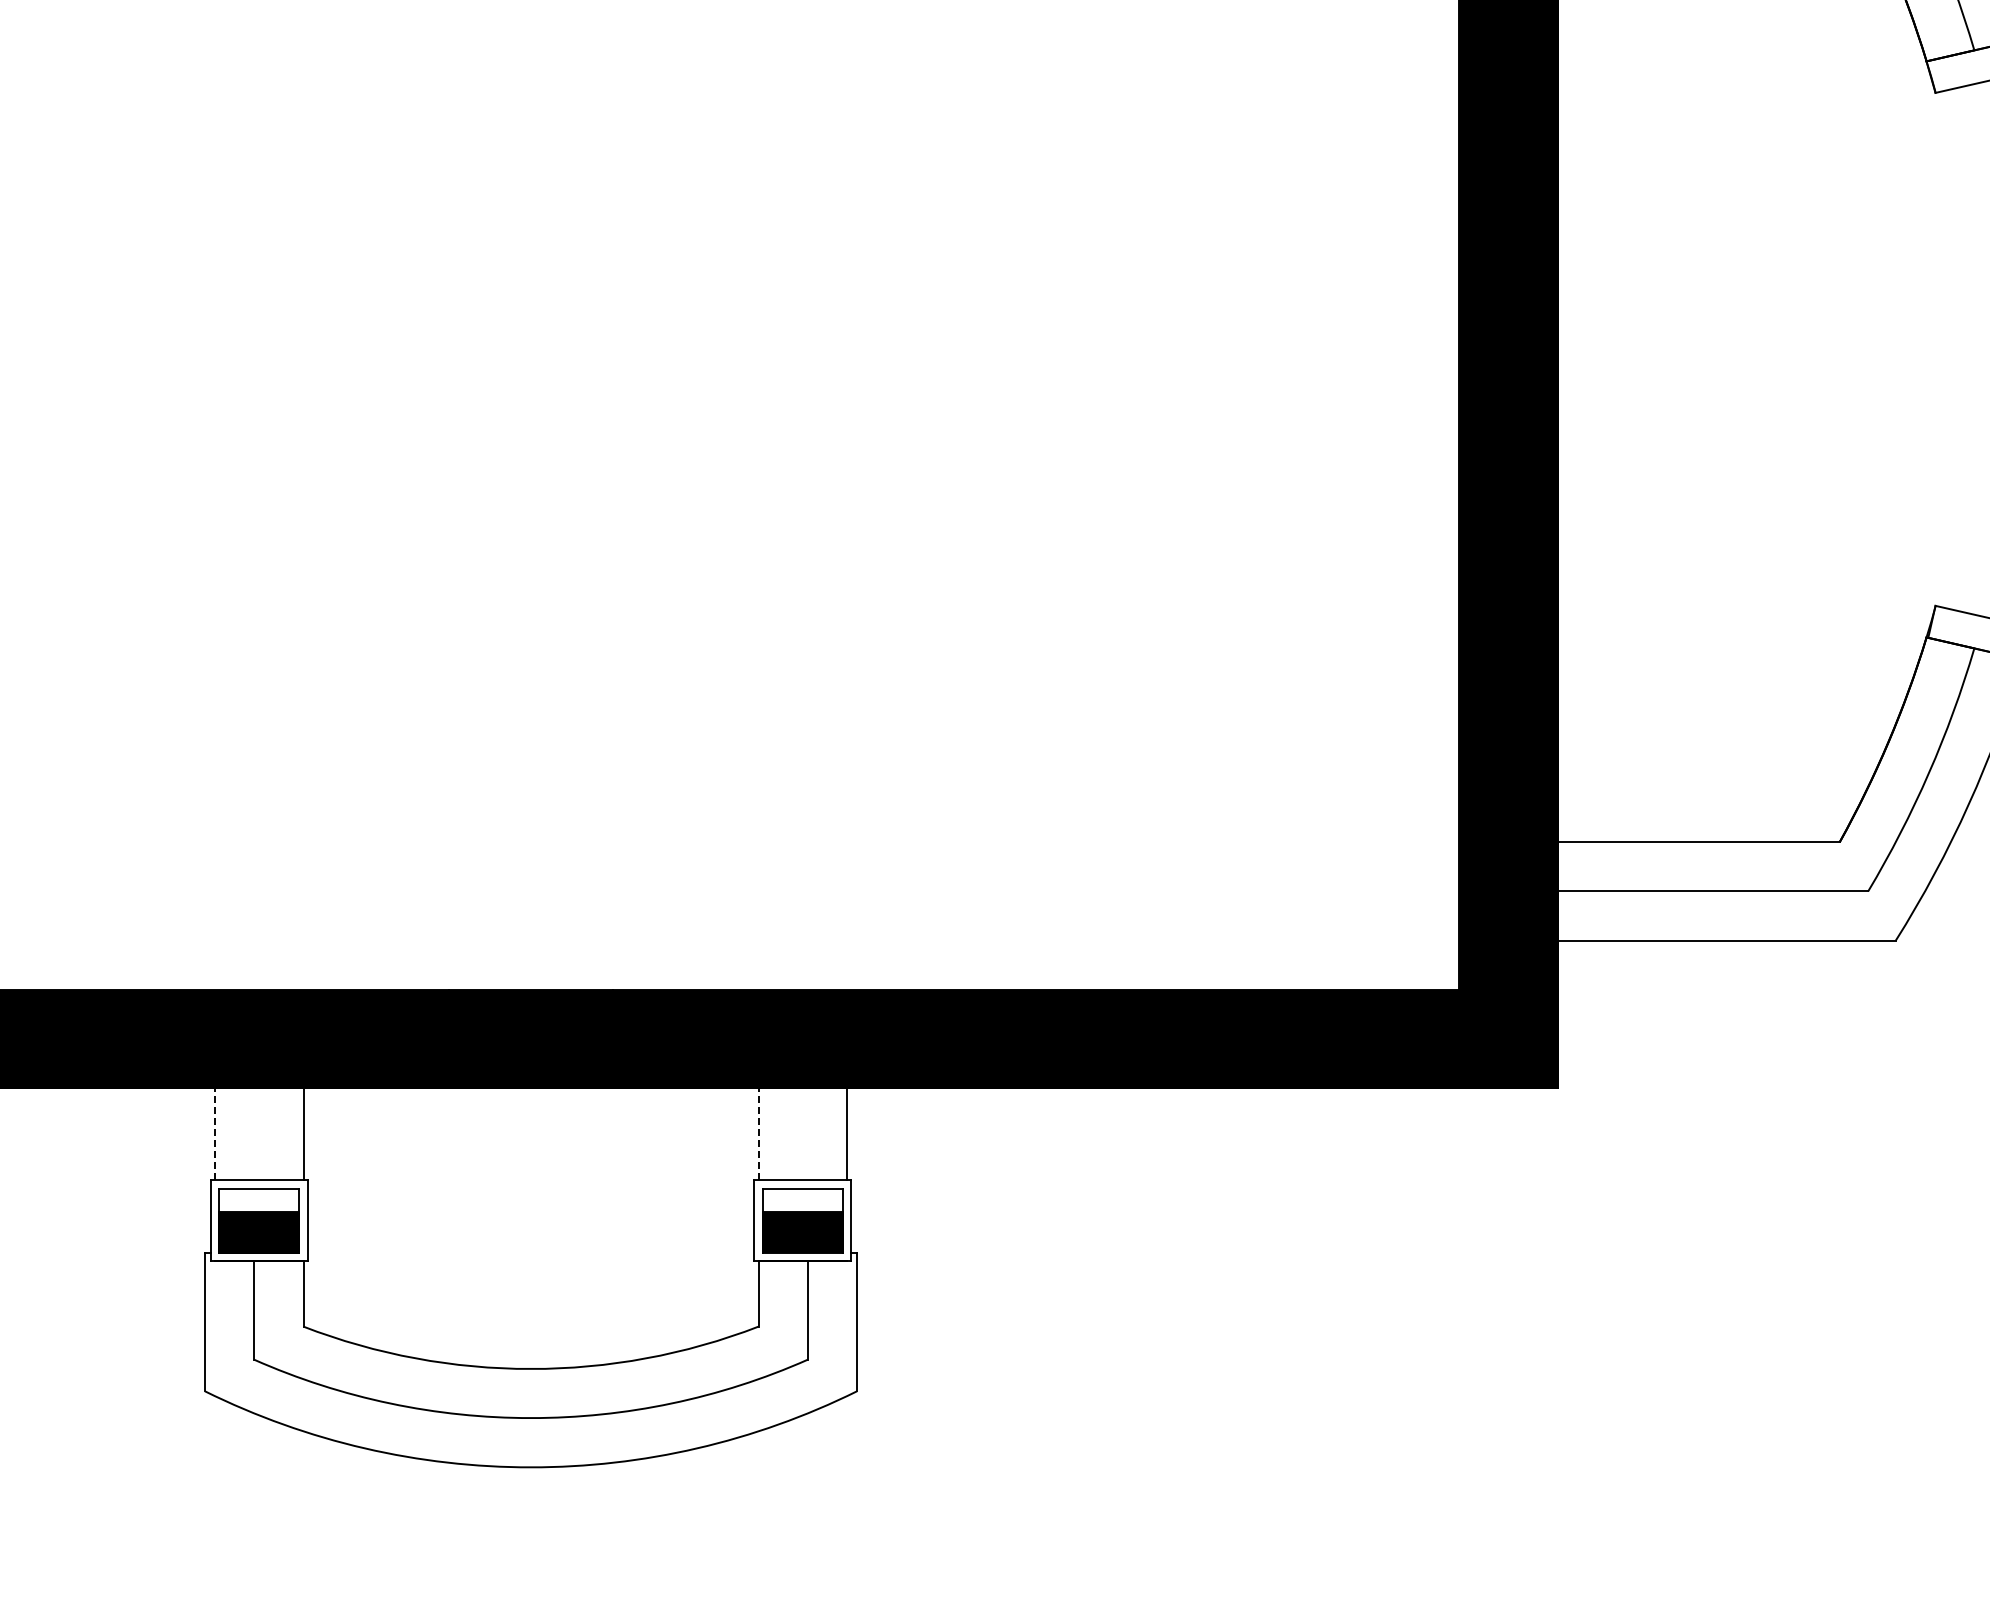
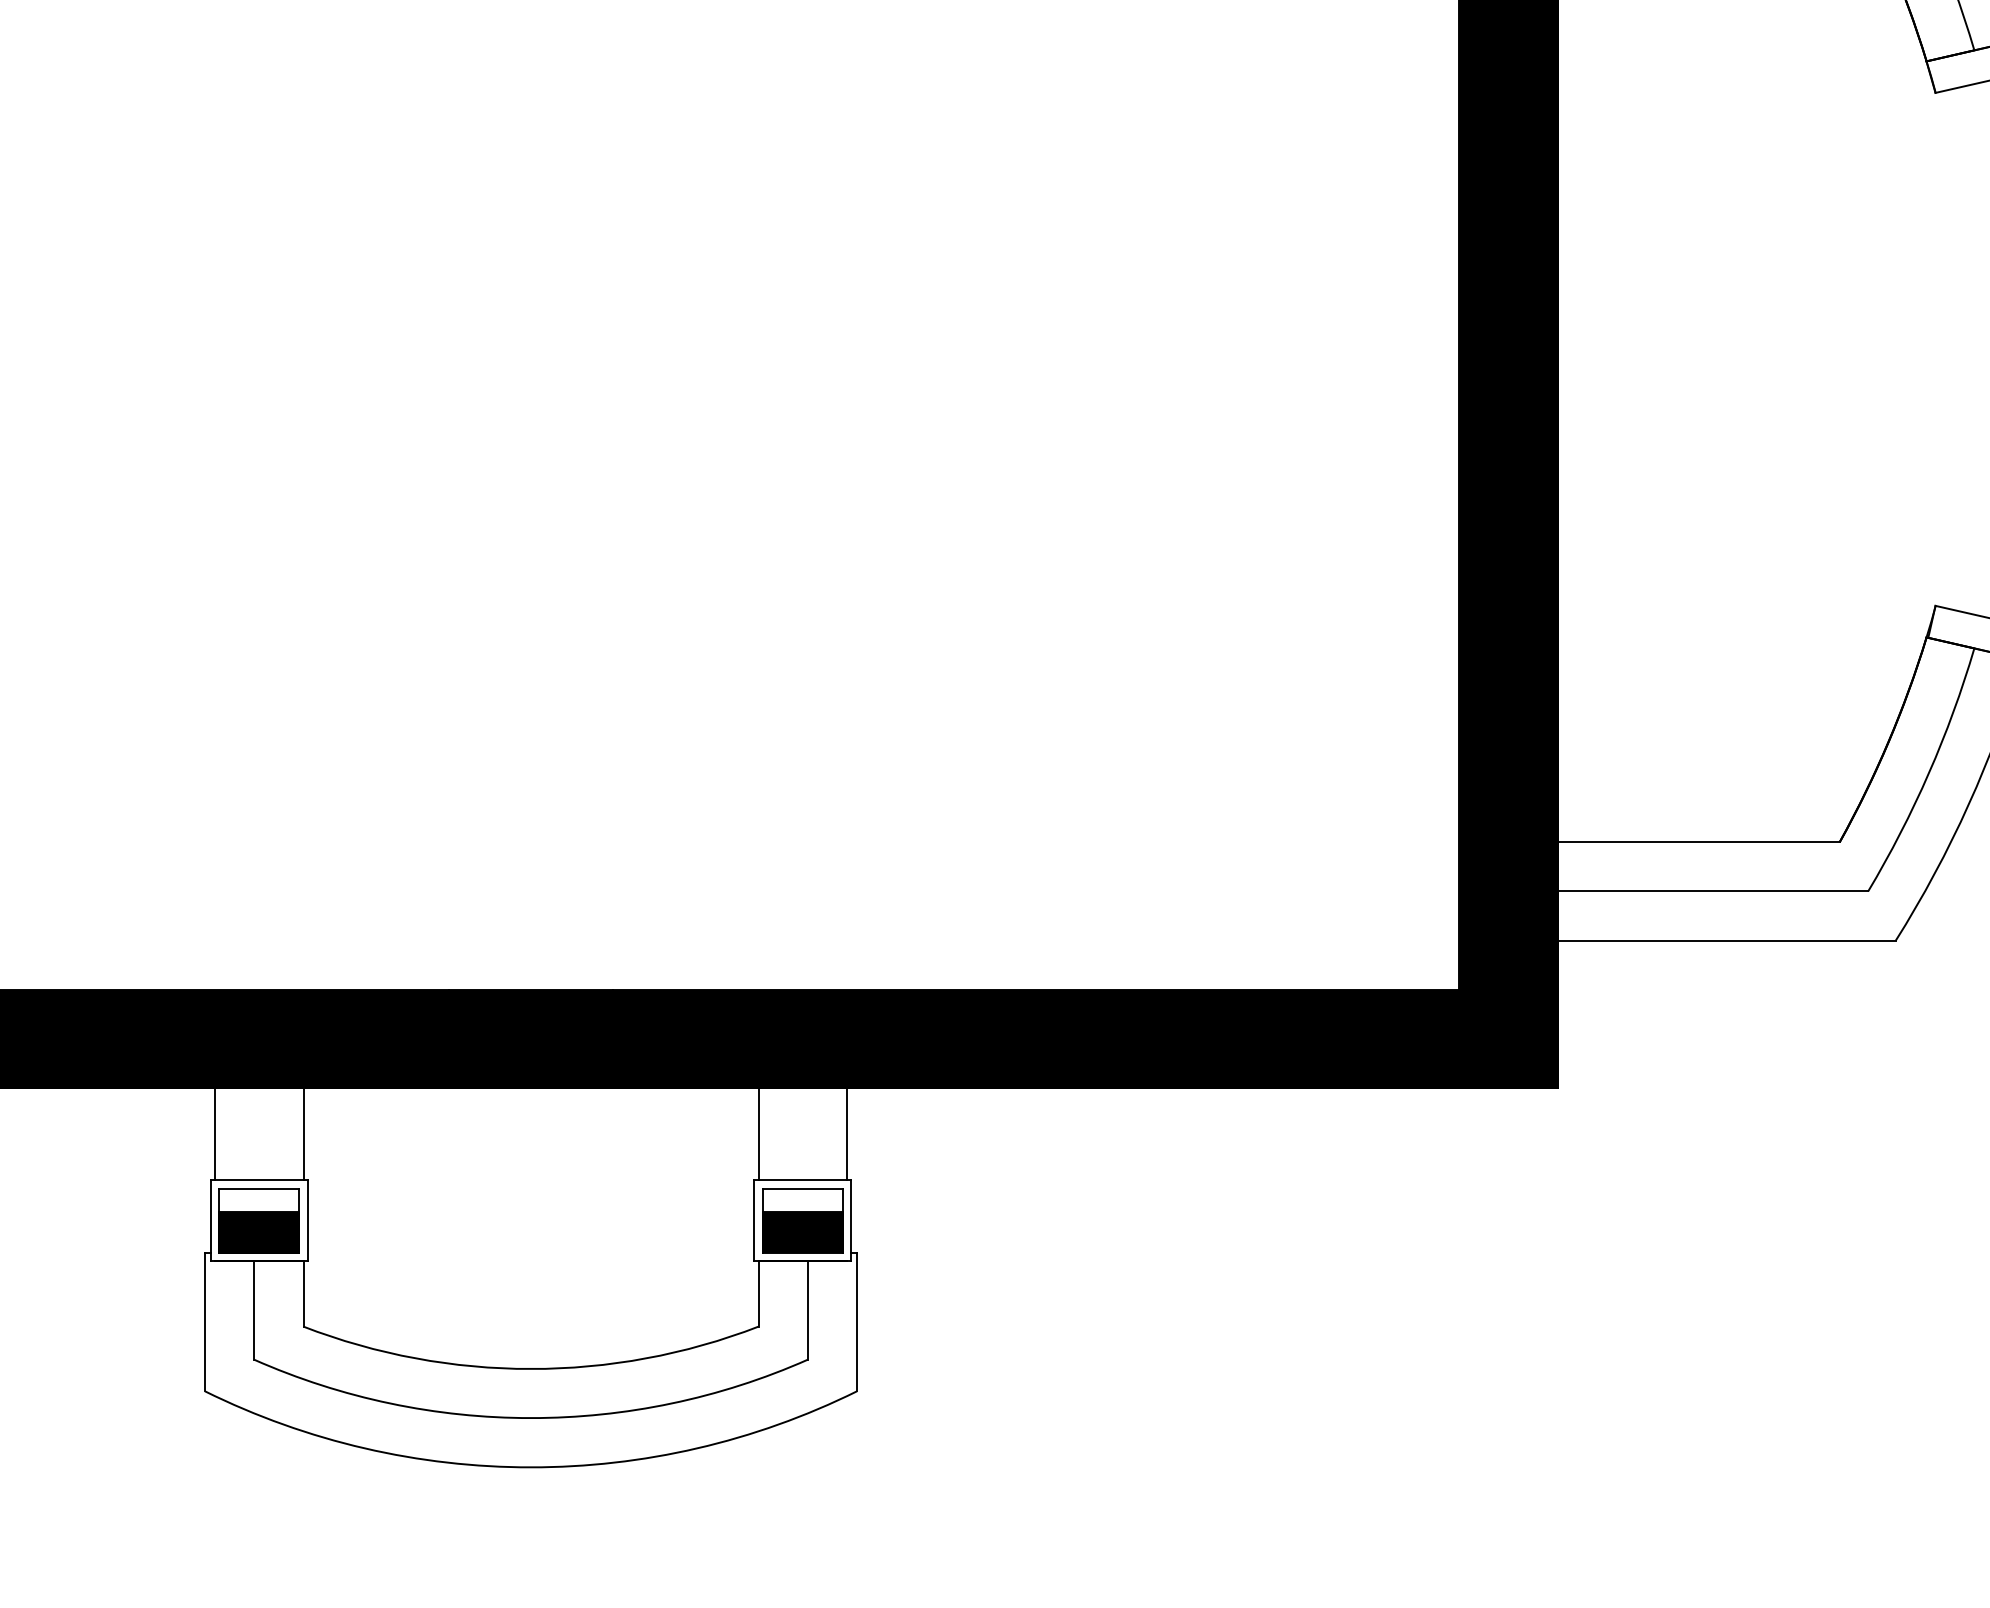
line at (214, 1134): dashed -> solid
line at (758, 1134): dashed -> solid
